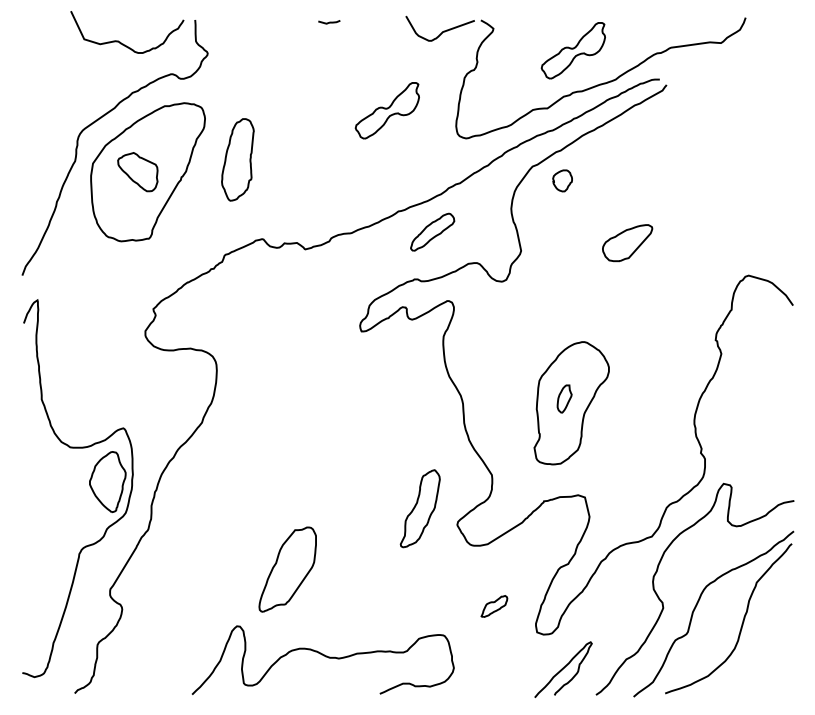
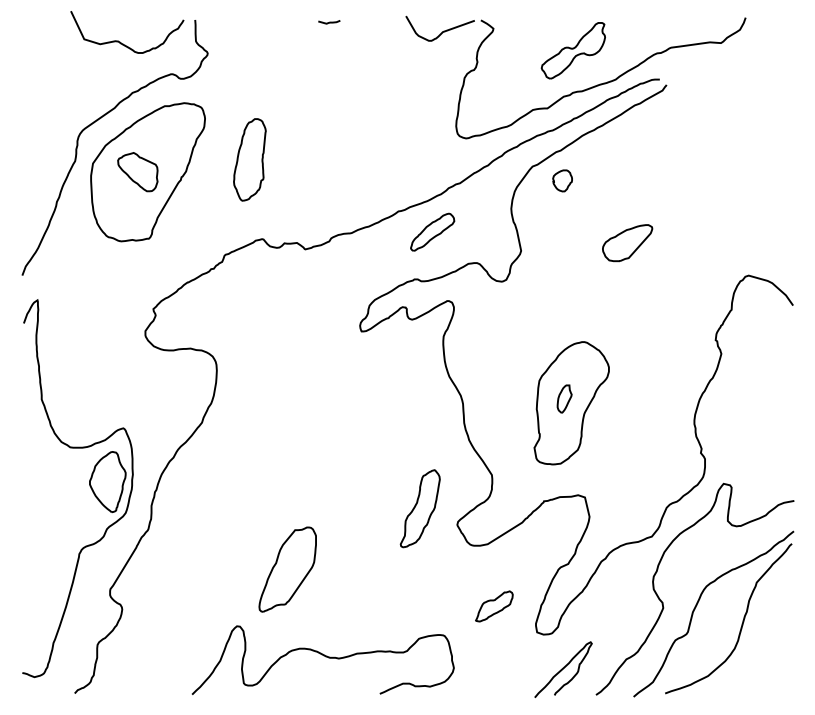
part at (386, 110): present -> none
part at (237, 159) position: (237, 159) -> (249, 159)
part at (494, 606) size: 29x23 px -> 39x33 px
